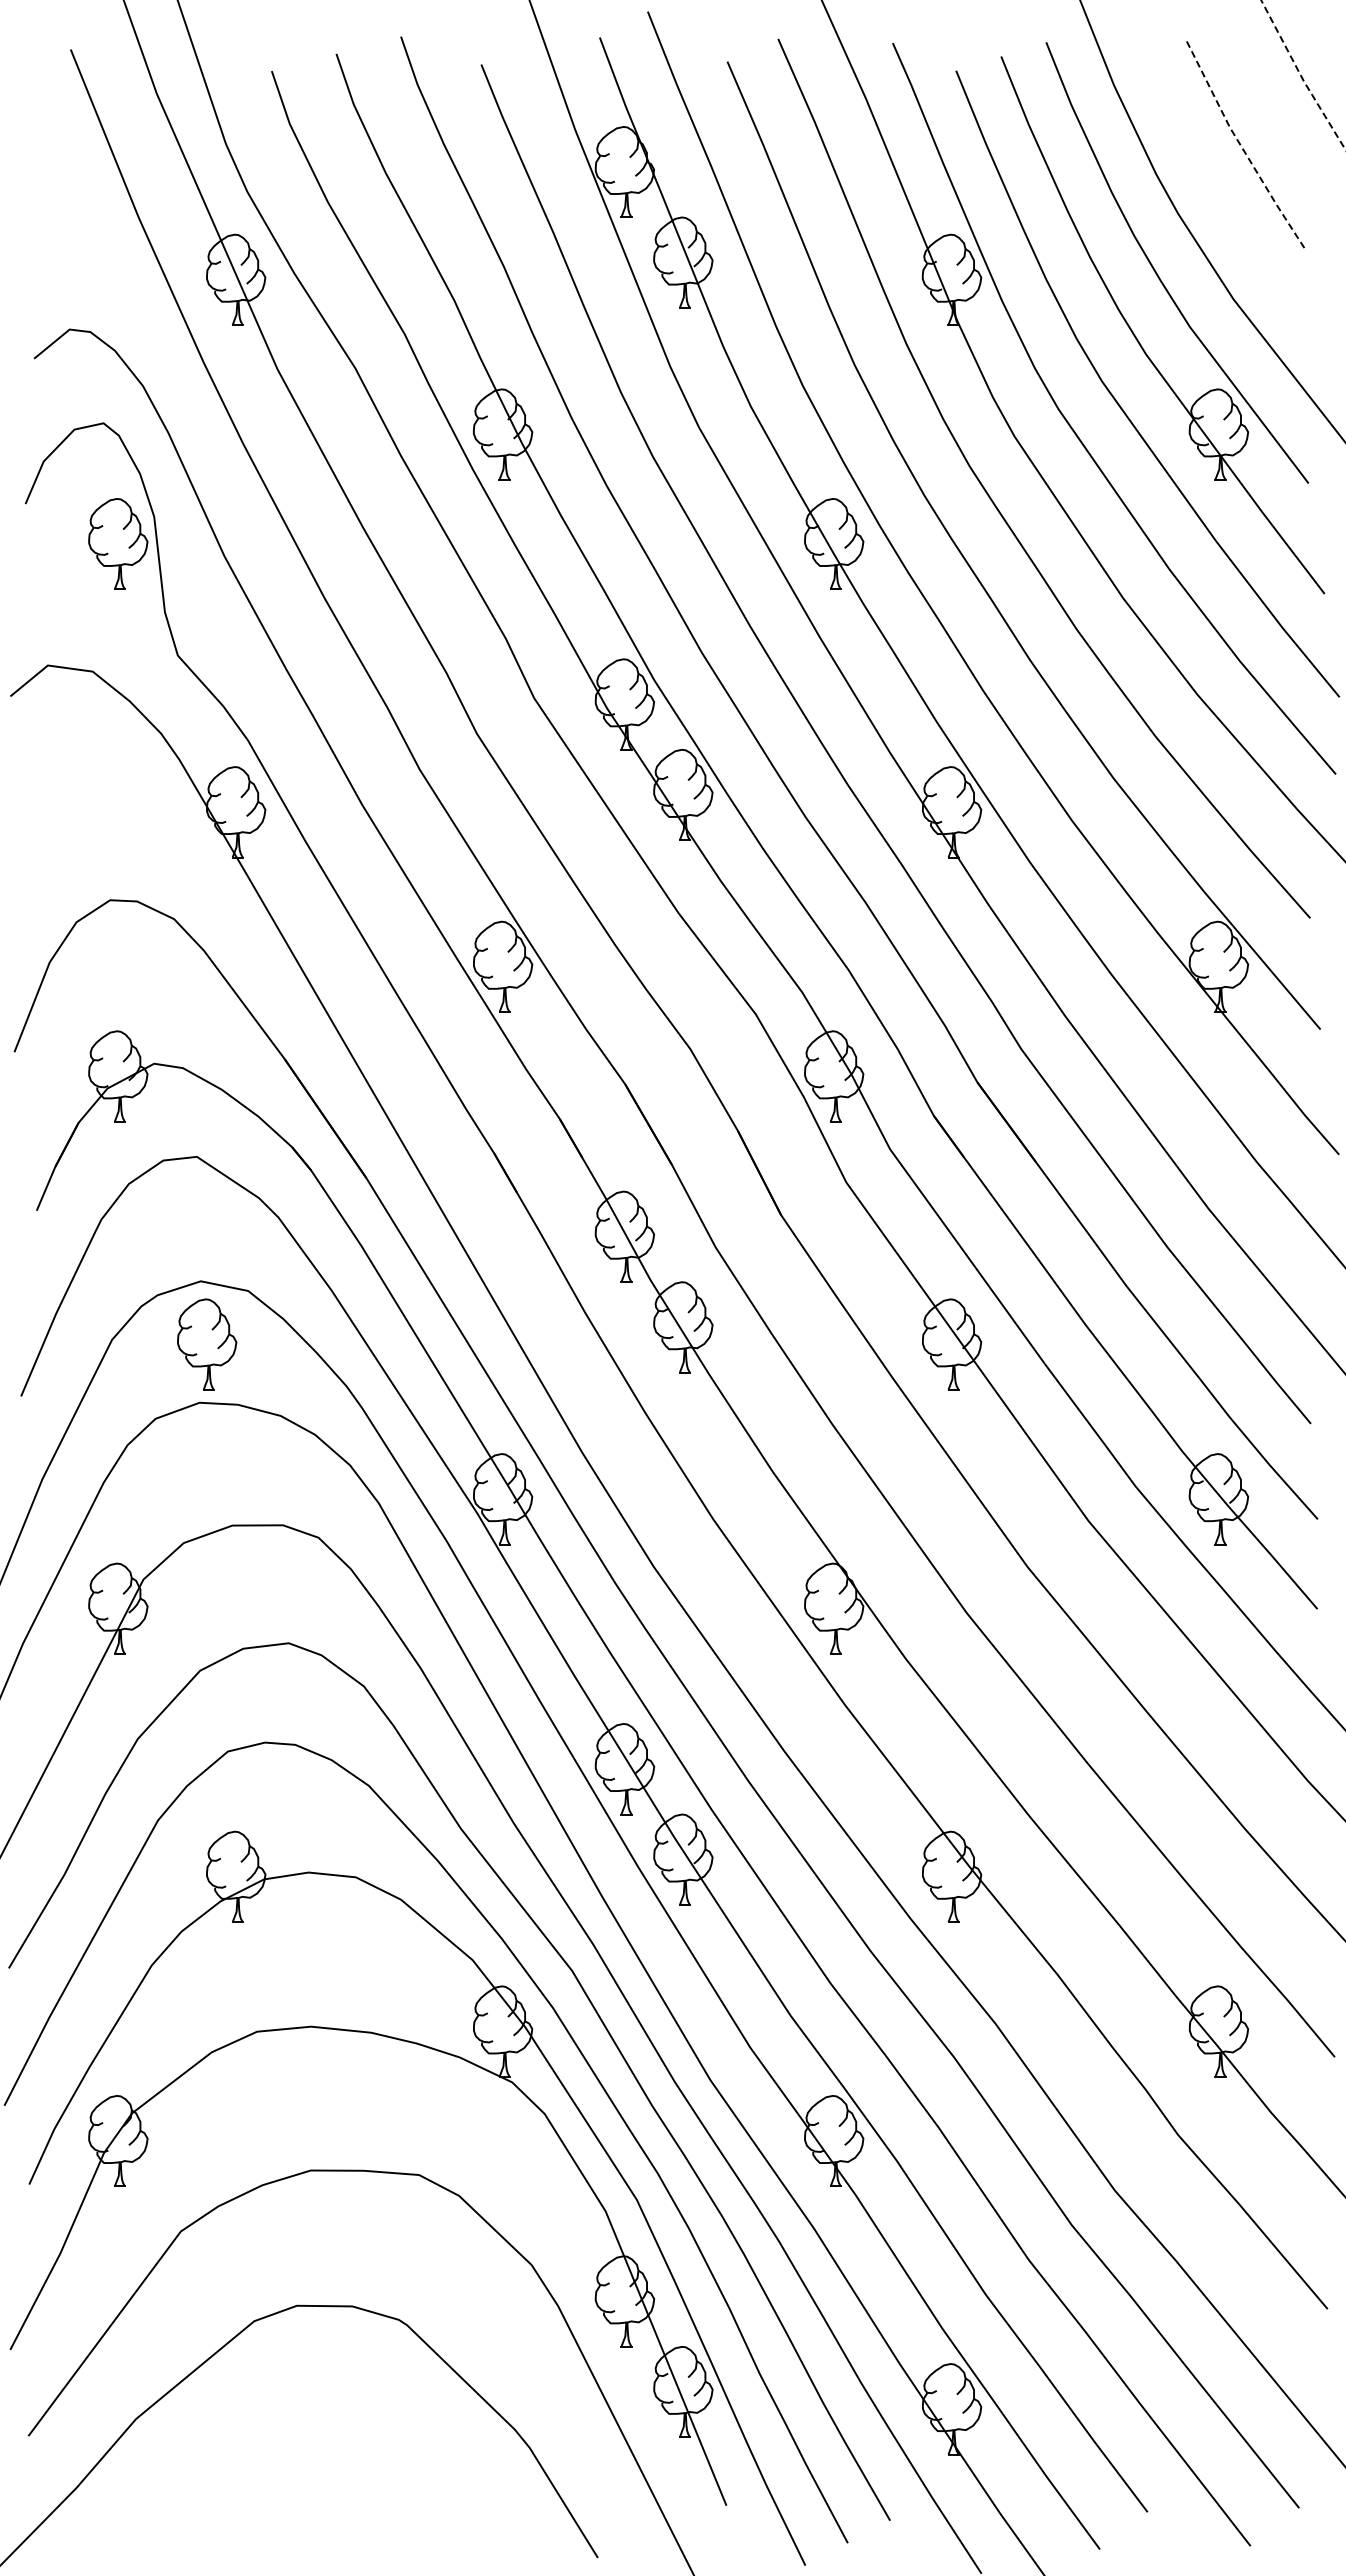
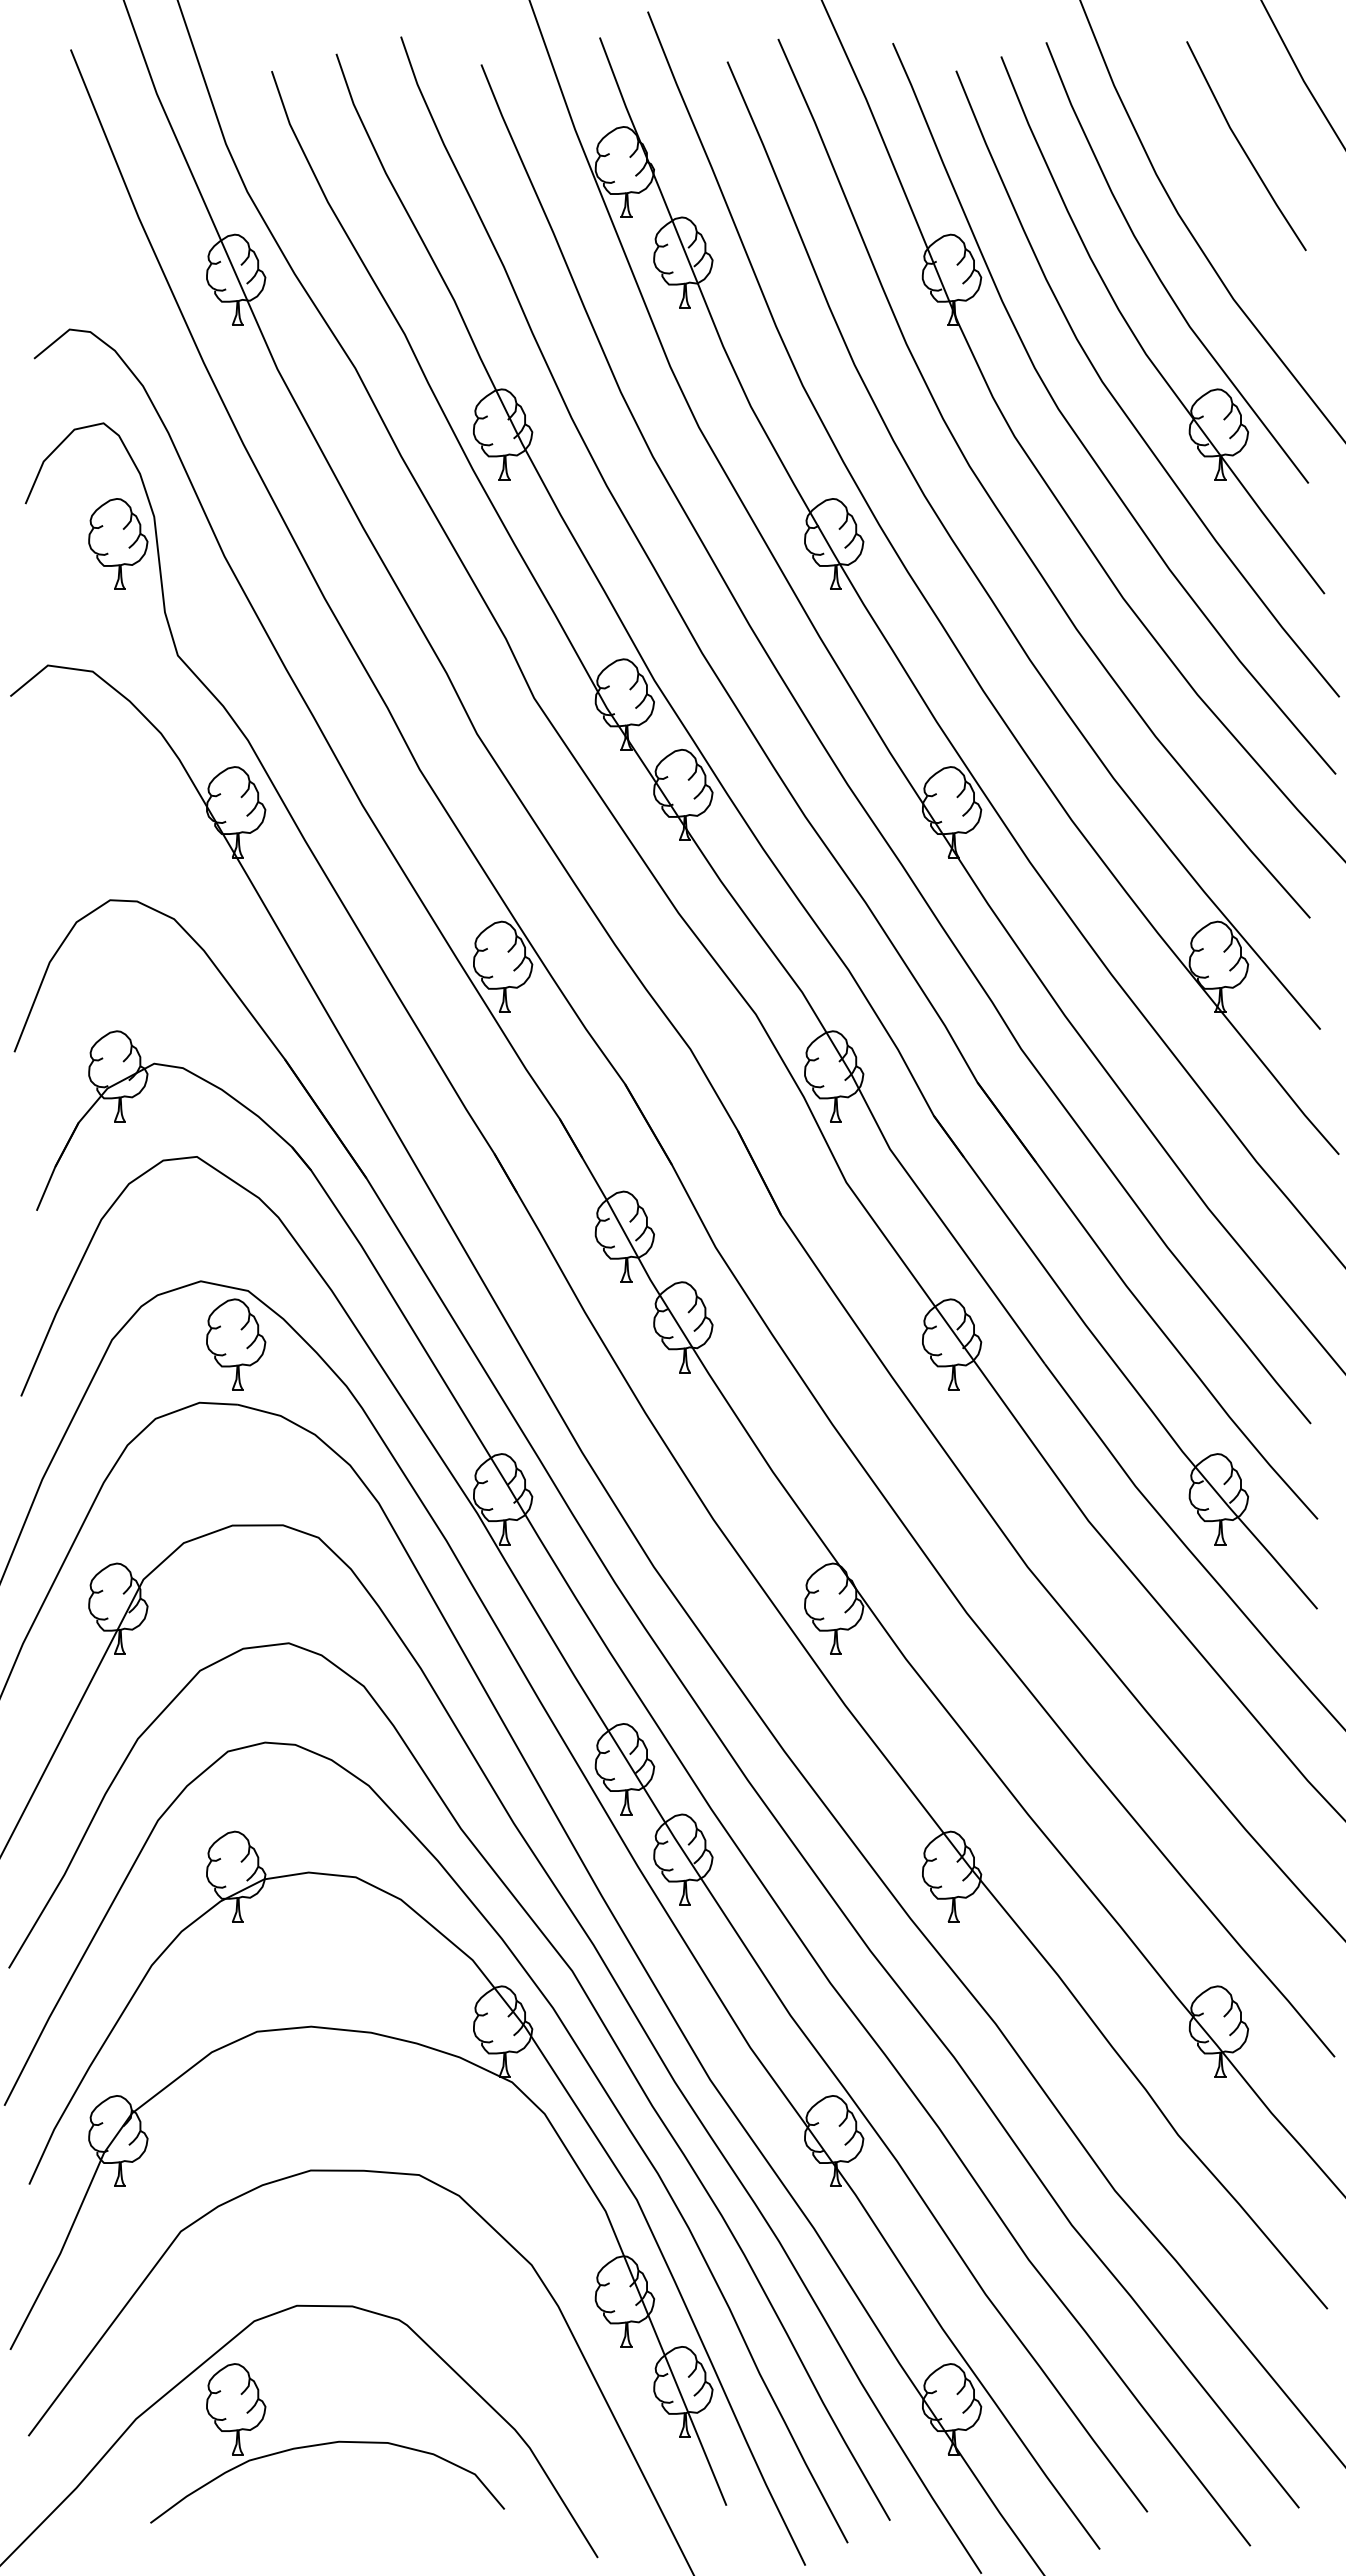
line at (1302, 77): dashed -> solid
line at (1242, 148): dashed -> solid
part at (207, 1344) position: (207, 1344) -> (236, 1344)
part at (327, 2443): none -> present
